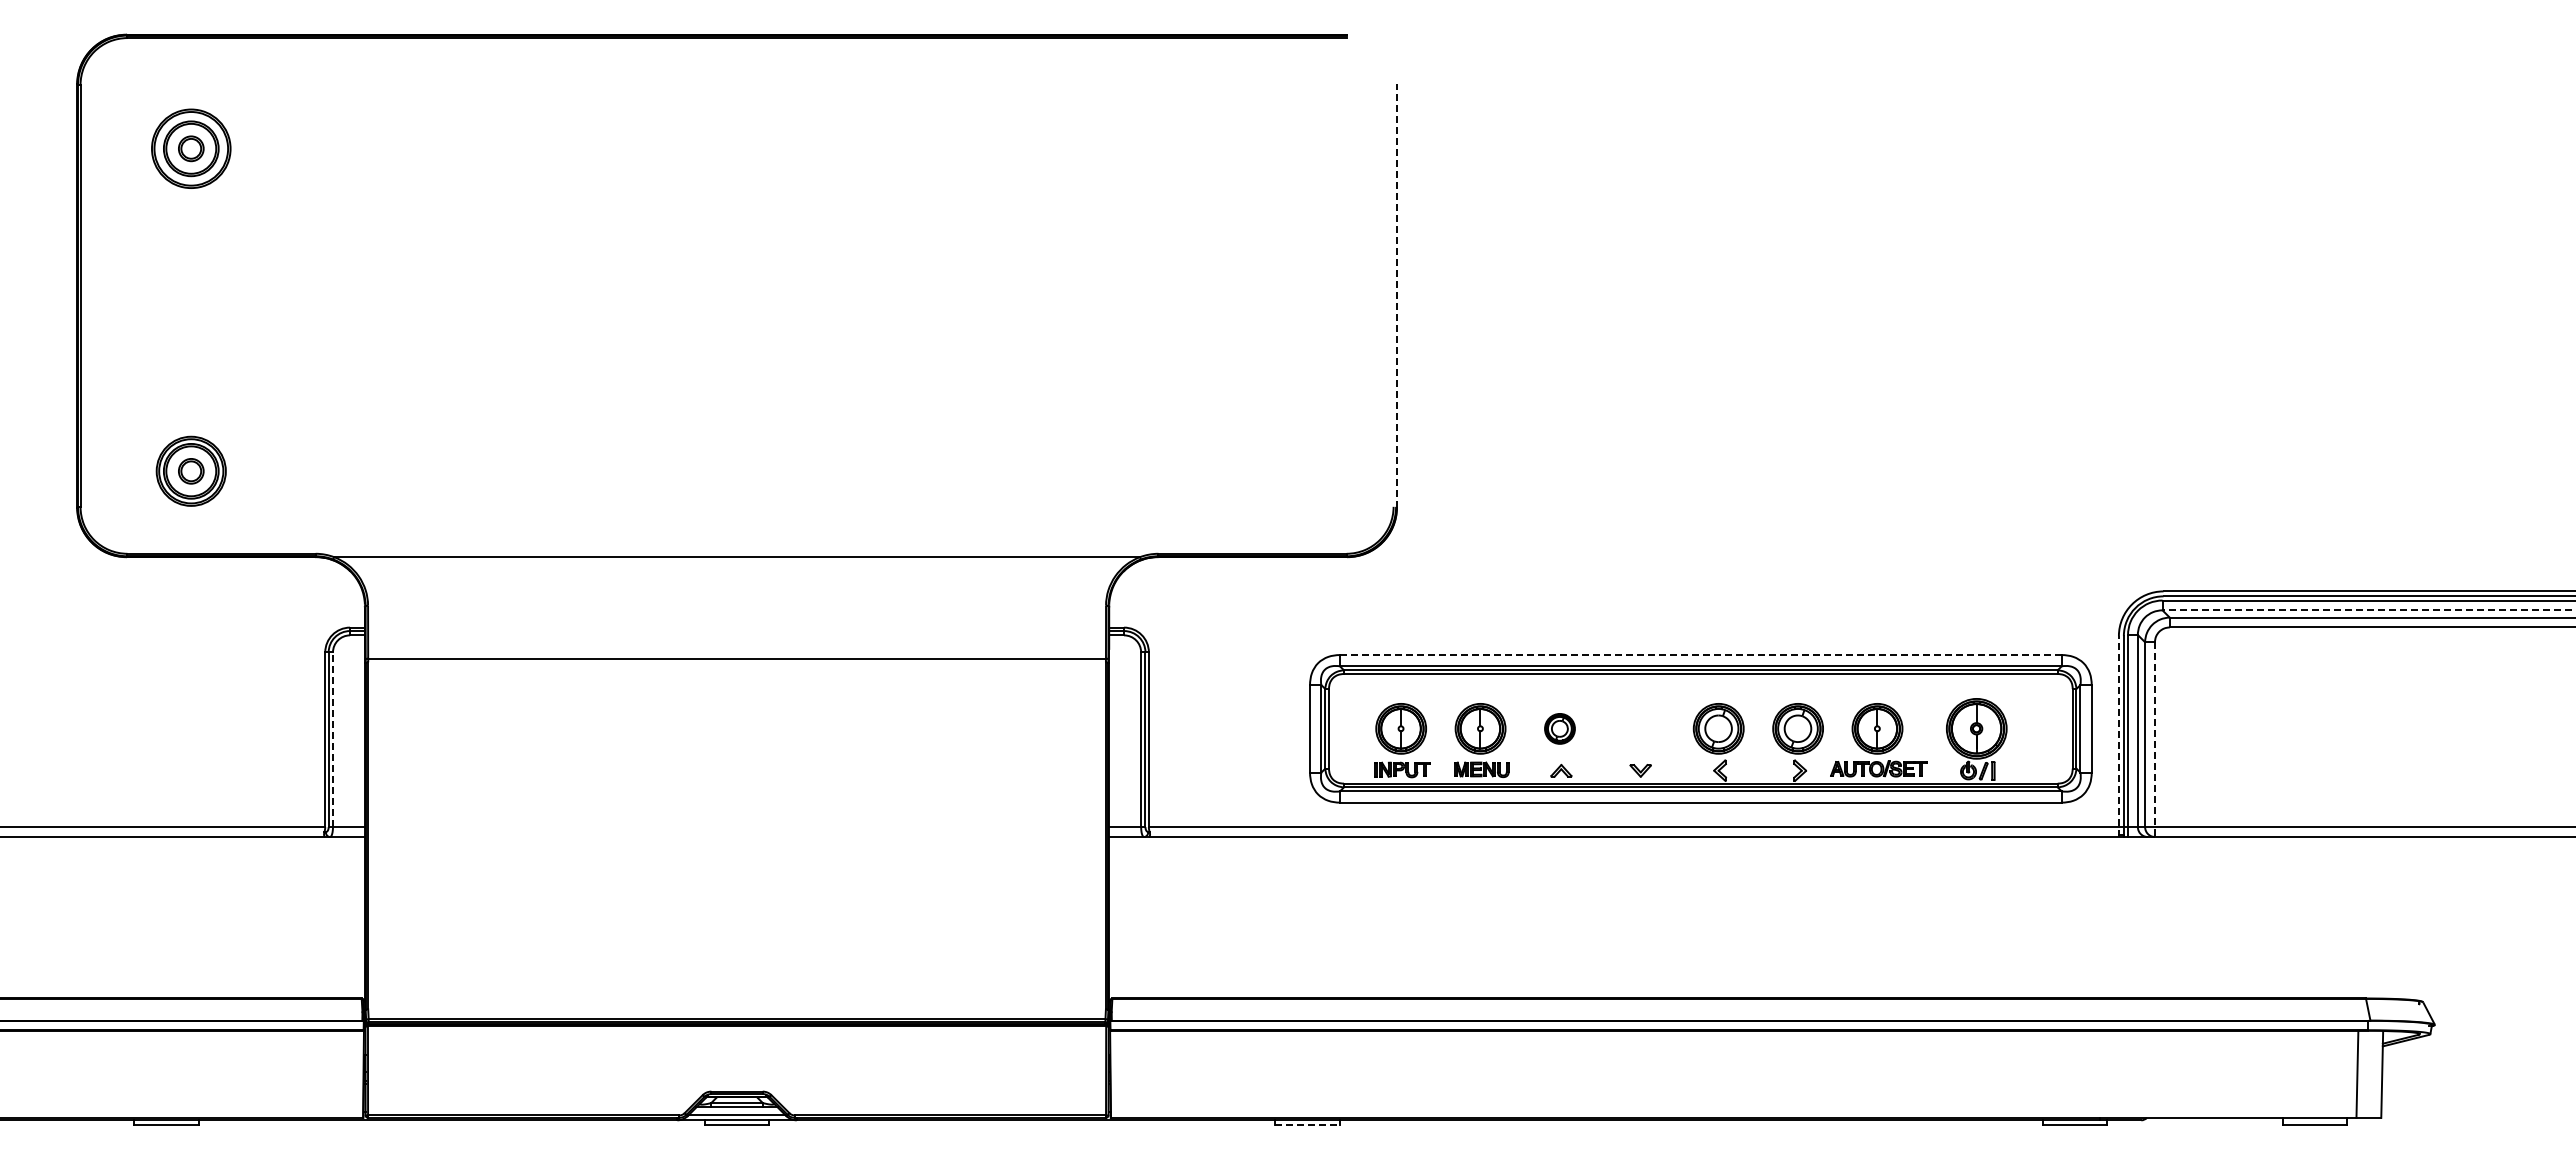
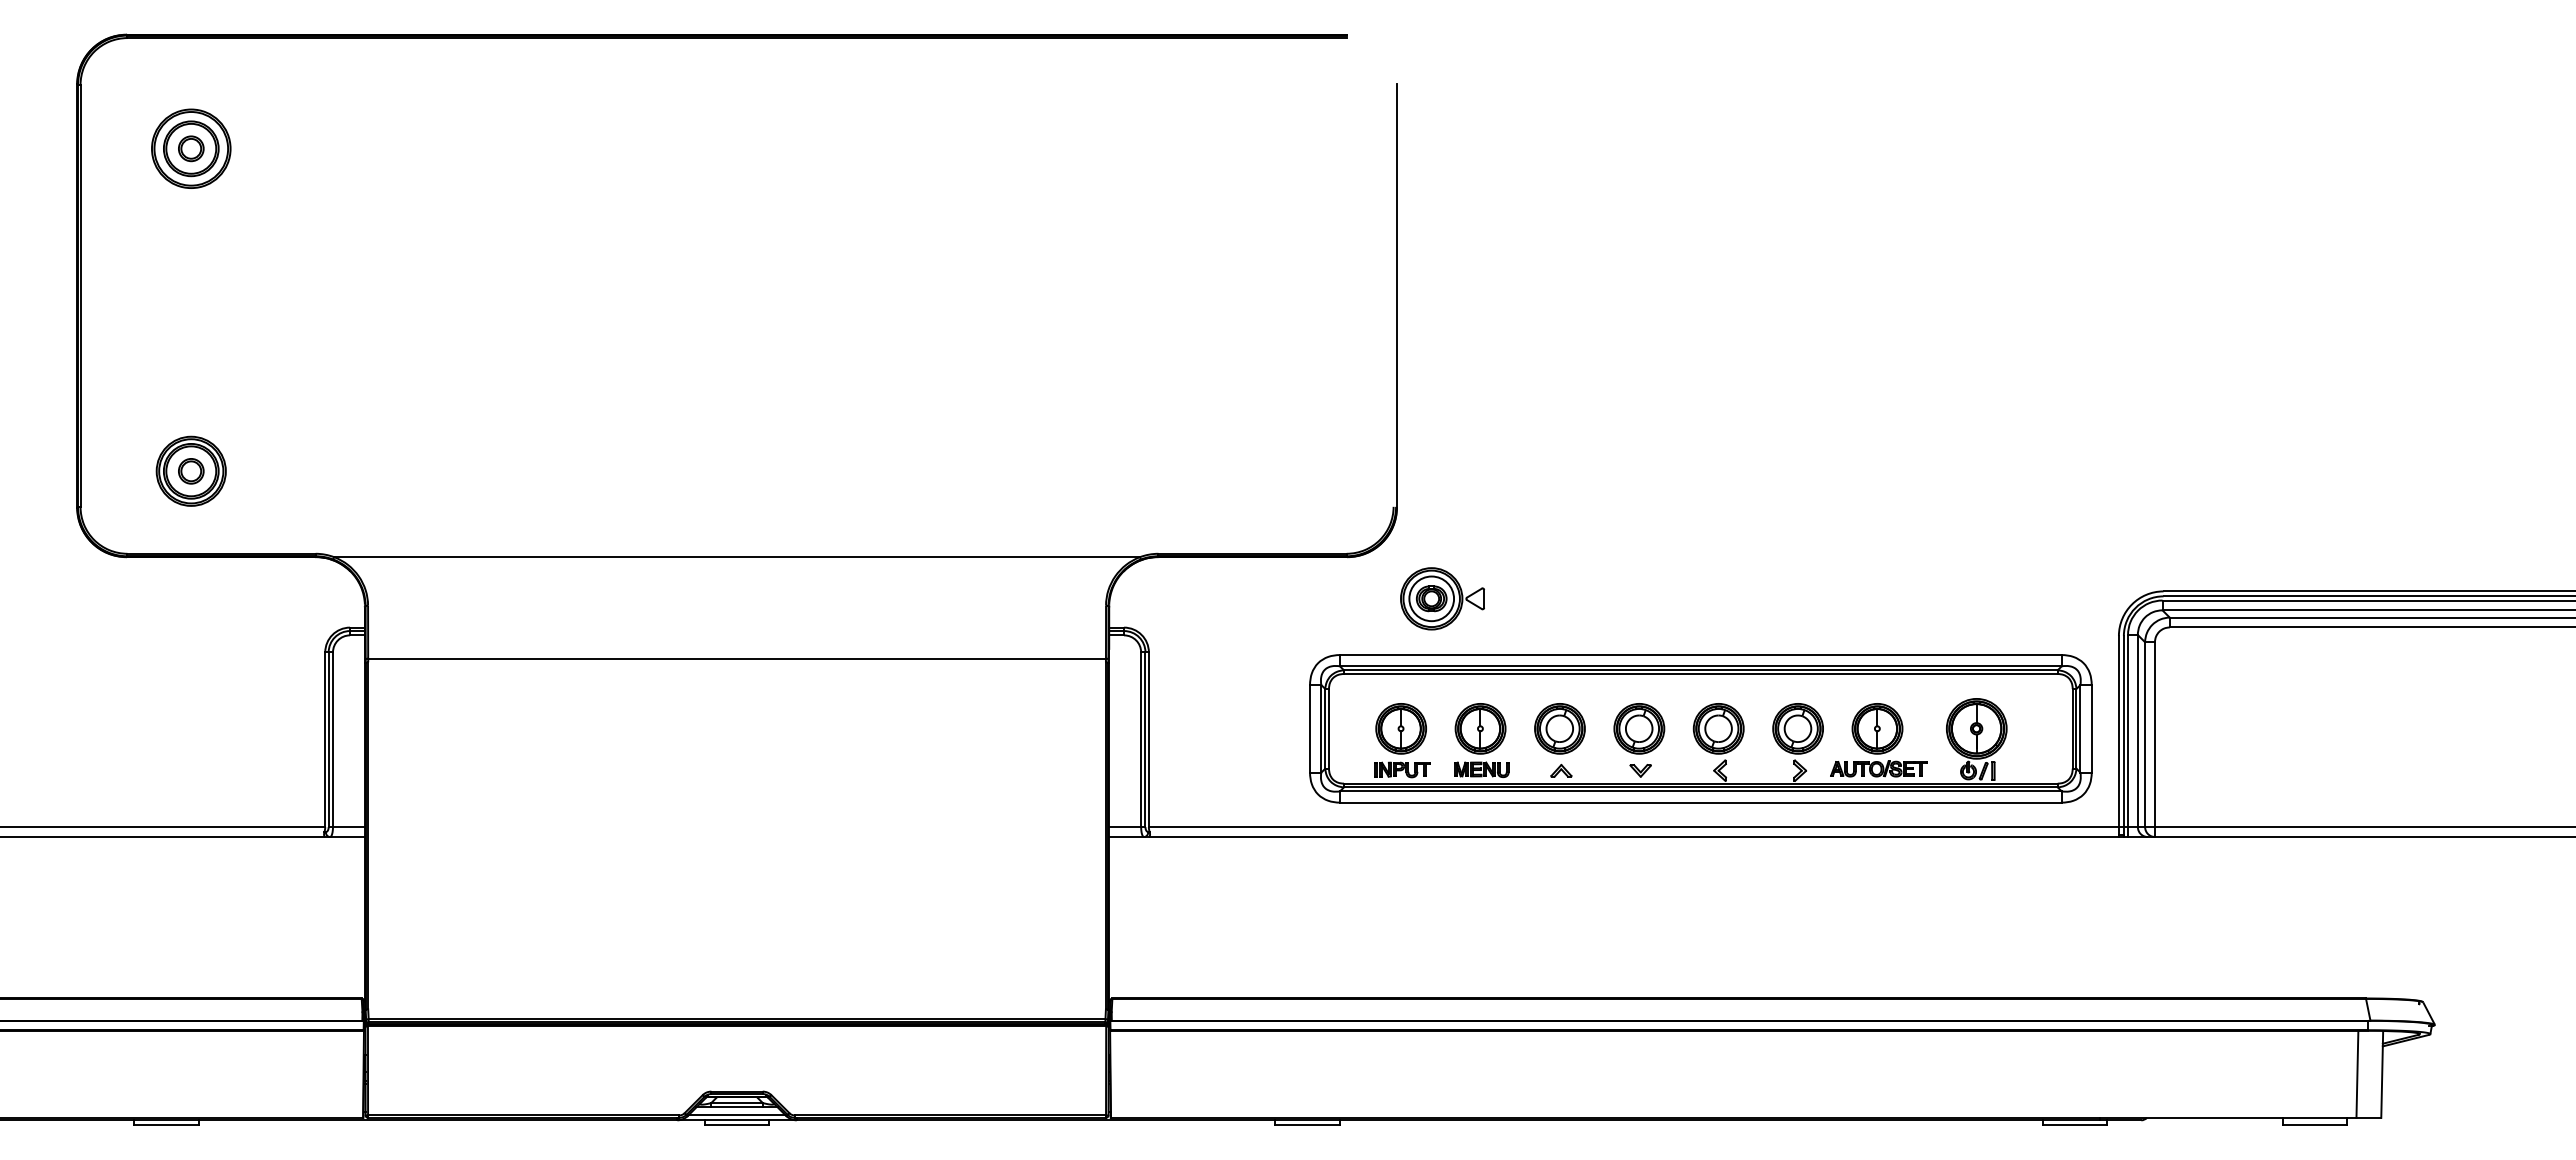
line at (1396, 295): dashed -> solid
part at (1442, 598): none -> present
line at (2368, 610): dashed -> solid
line at (1700, 655): dashed -> solid
part at (1559, 728) size: 32x32 px -> 52x52 px
part at (1639, 728): none -> present
line at (2118, 736): dashed -> solid
line at (333, 739): dashed -> solid
line at (2154, 740): dashed -> solid
line at (1308, 1125): dashed -> solid
